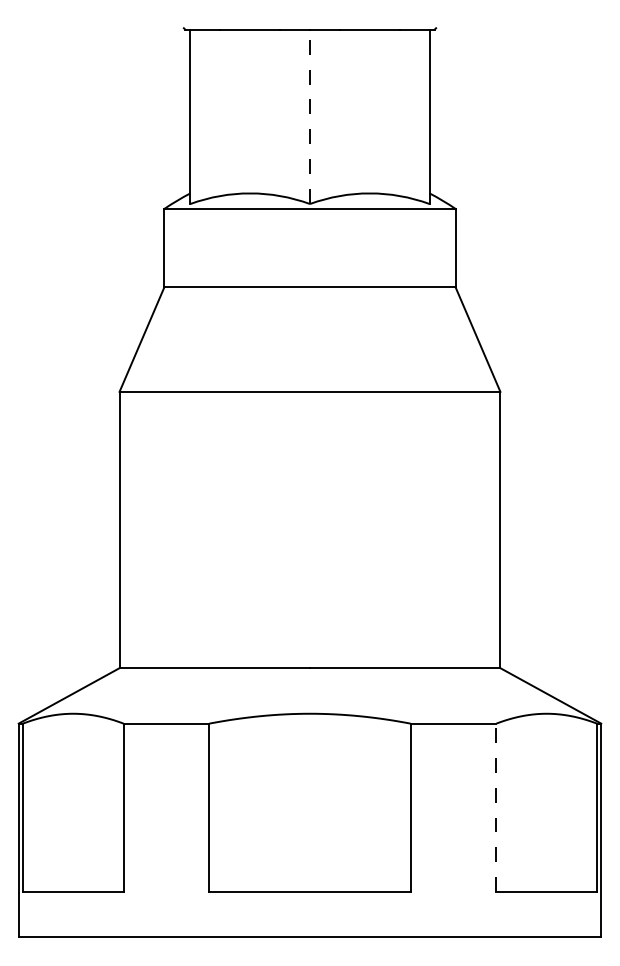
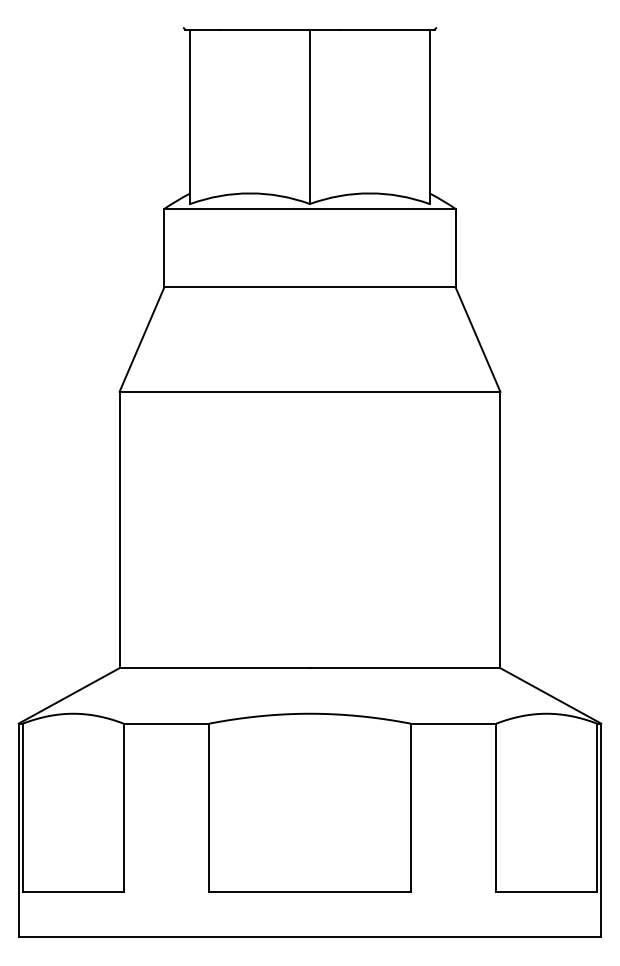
line at (310, 116): dashed -> solid
line at (496, 807): dashed -> solid
